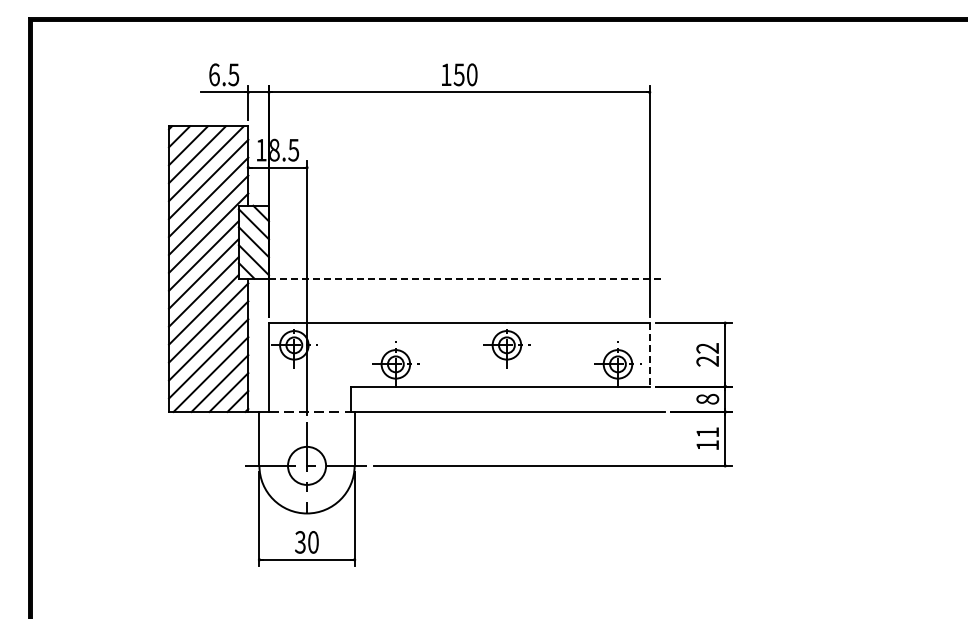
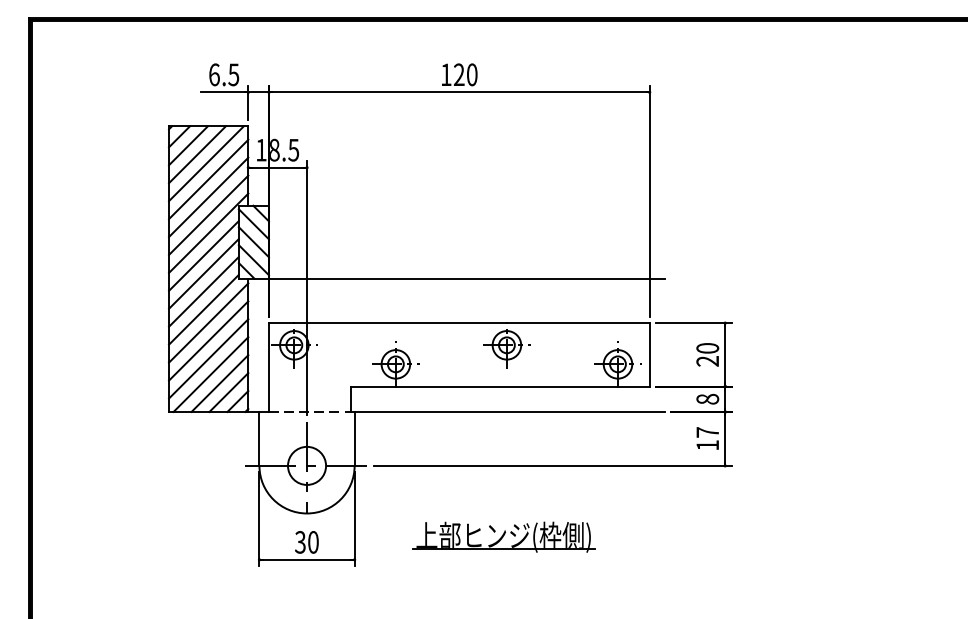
text at (458, 74): 150 -> 120
line at (467, 278): dashed -> solid
text at (707, 348): 22 -> 20
line at (649, 354): dashed -> solid
text at (707, 432): 11 -> 17
part at (503, 536): none -> present
